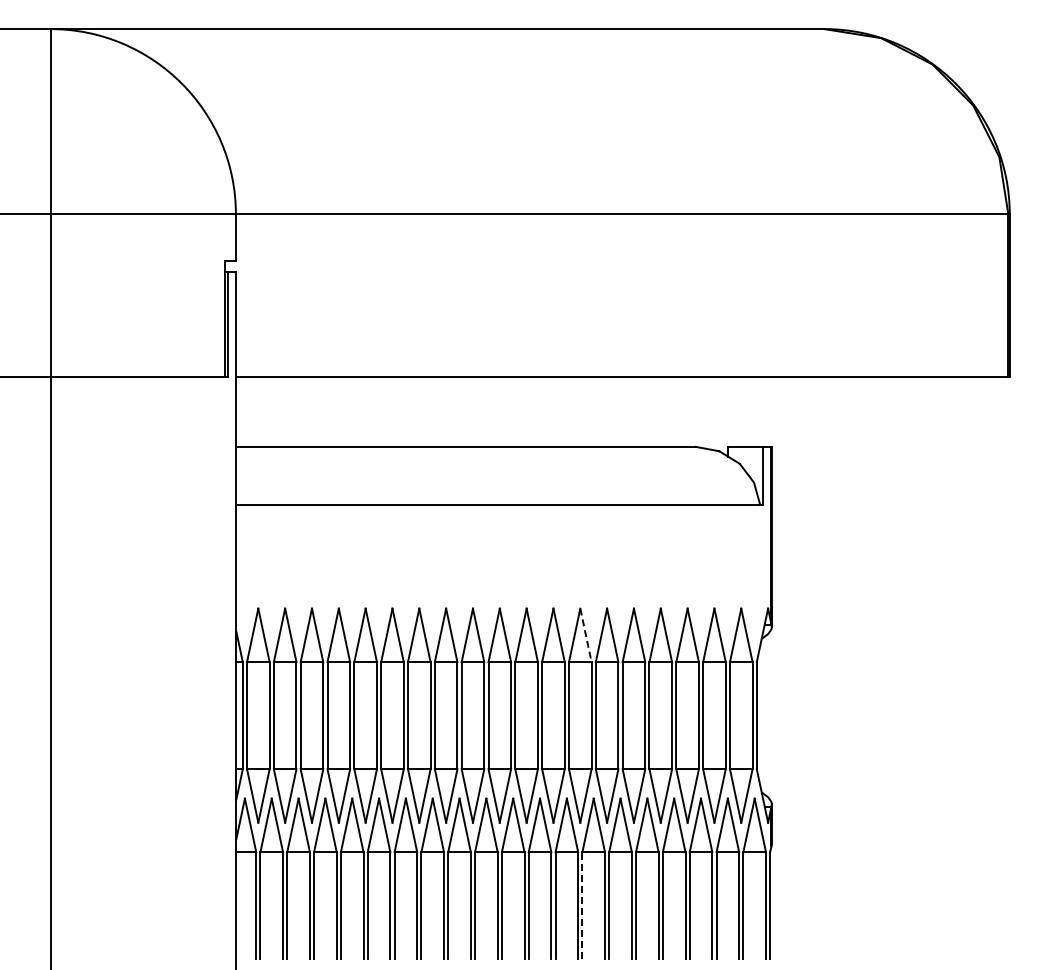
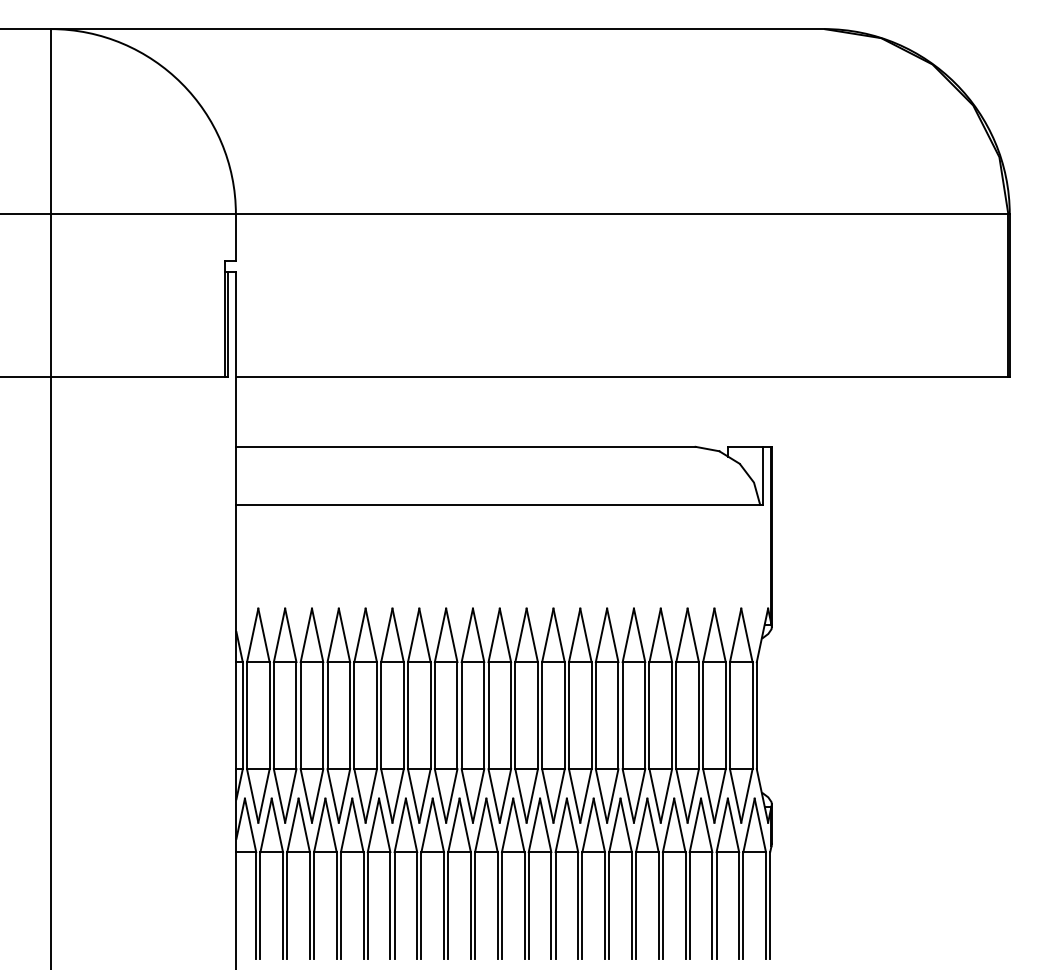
line at (586, 635): dashed -> solid
line at (582, 905): dashed -> solid
